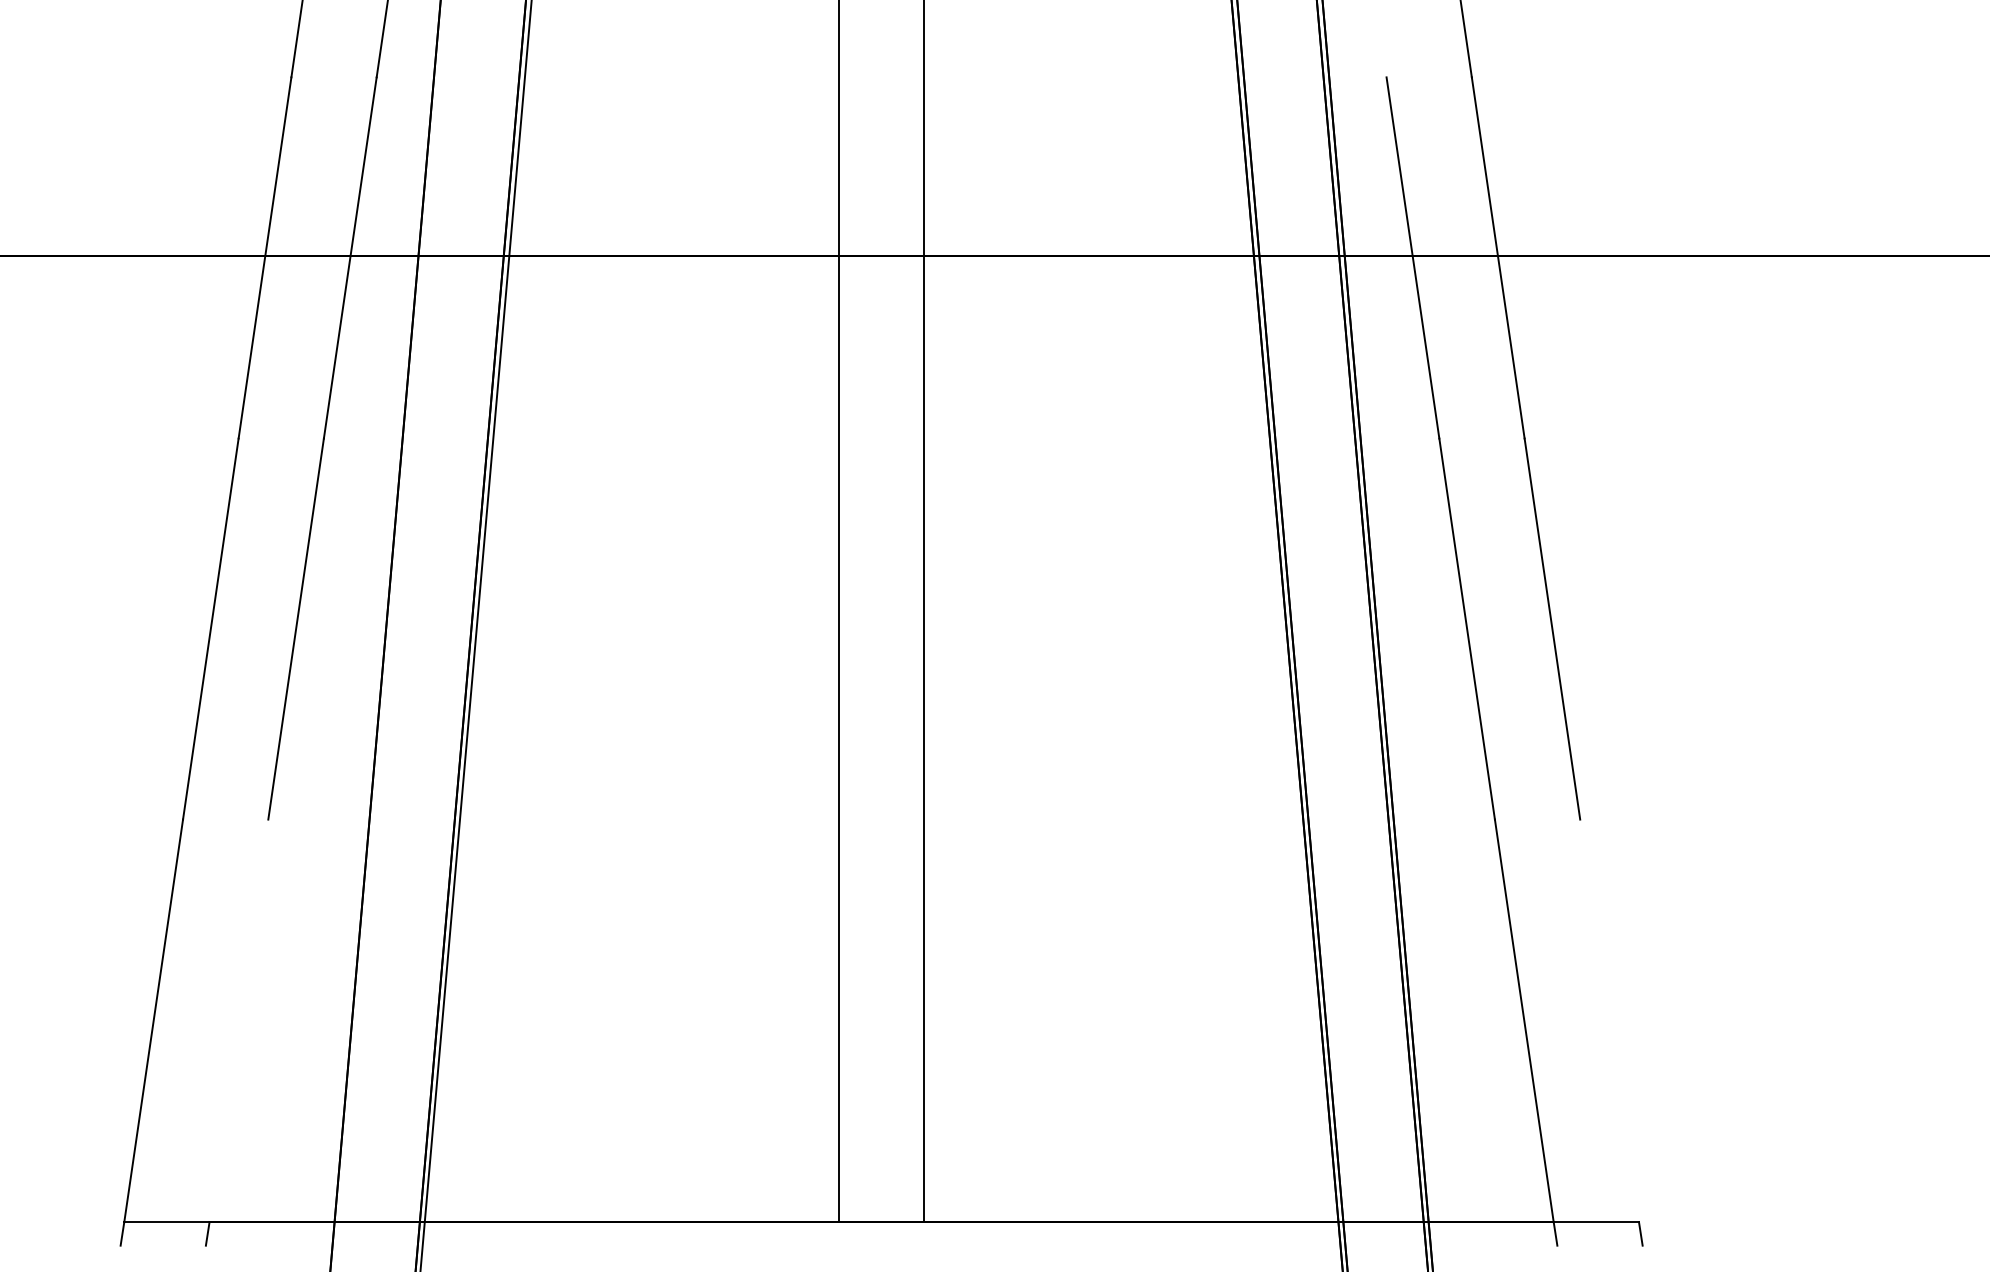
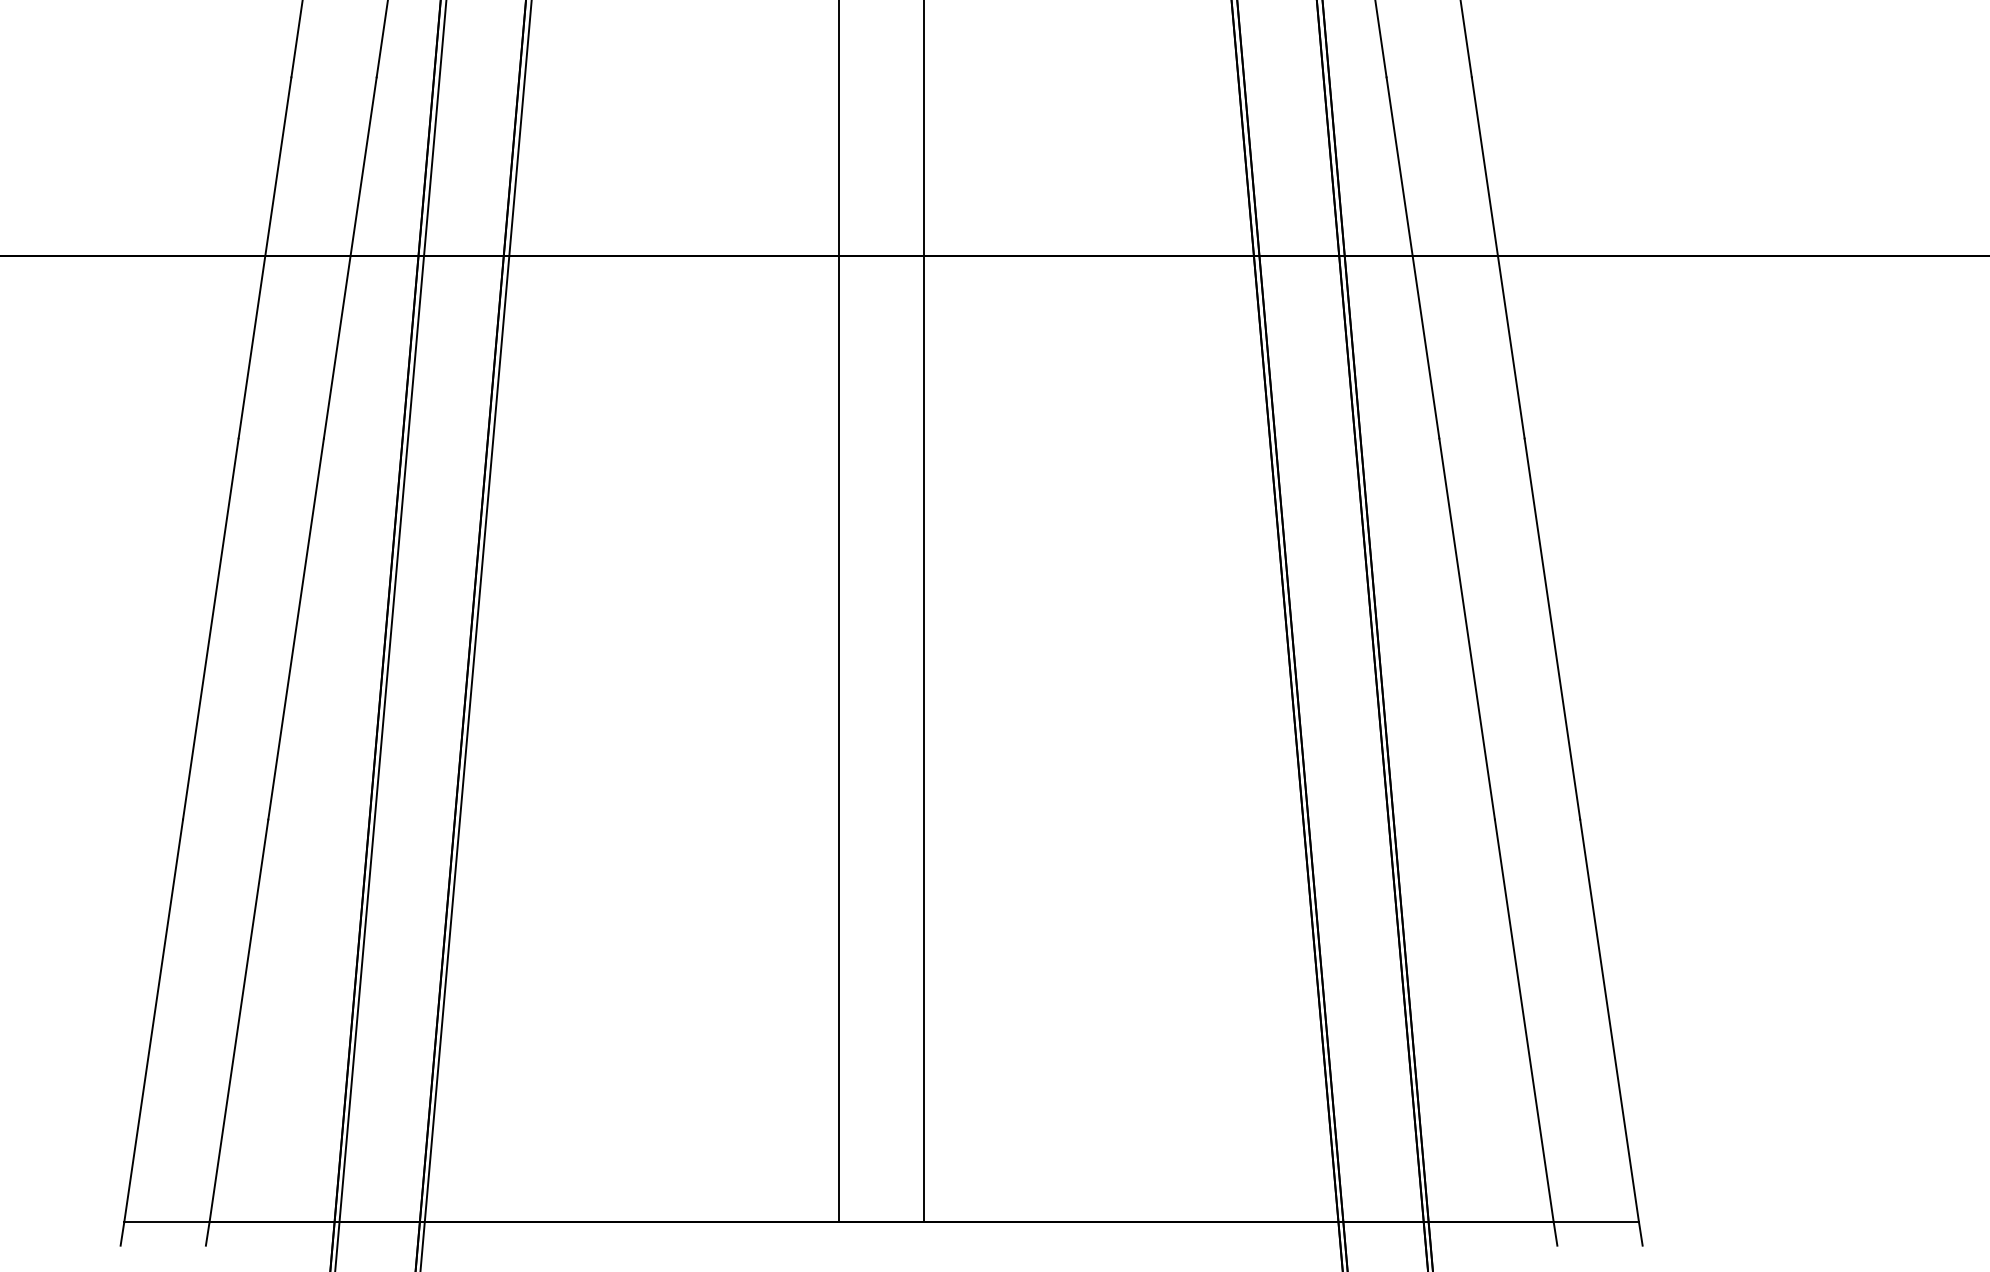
line at (1380, 39): none -> present
line at (390, 635): none -> present
line at (238, 1020): none -> present
line at (1609, 1020): none -> present
